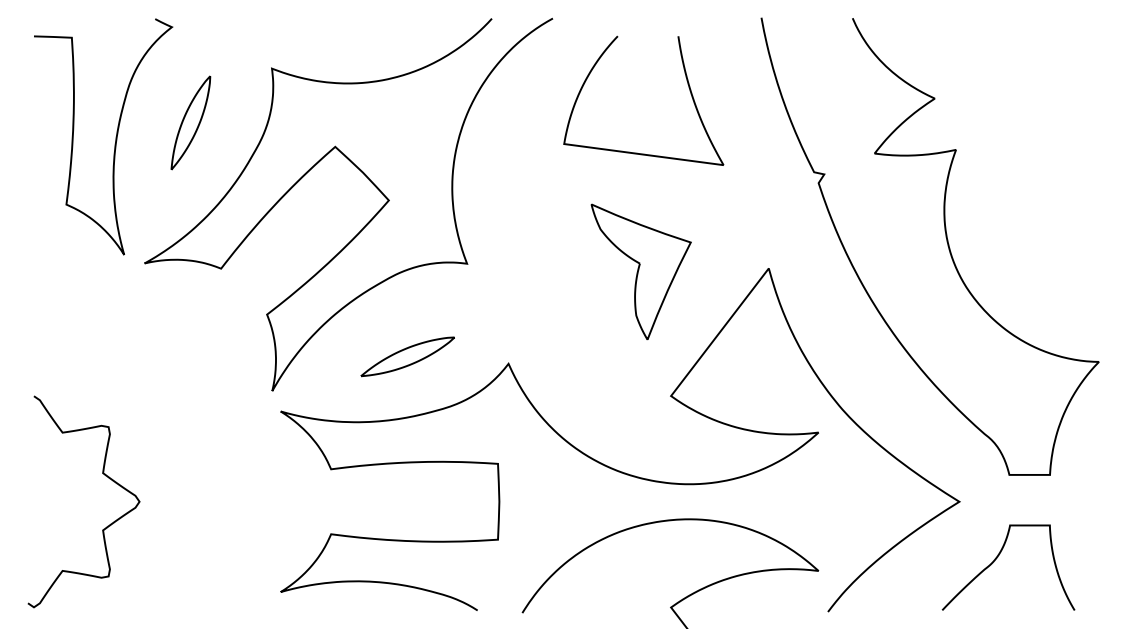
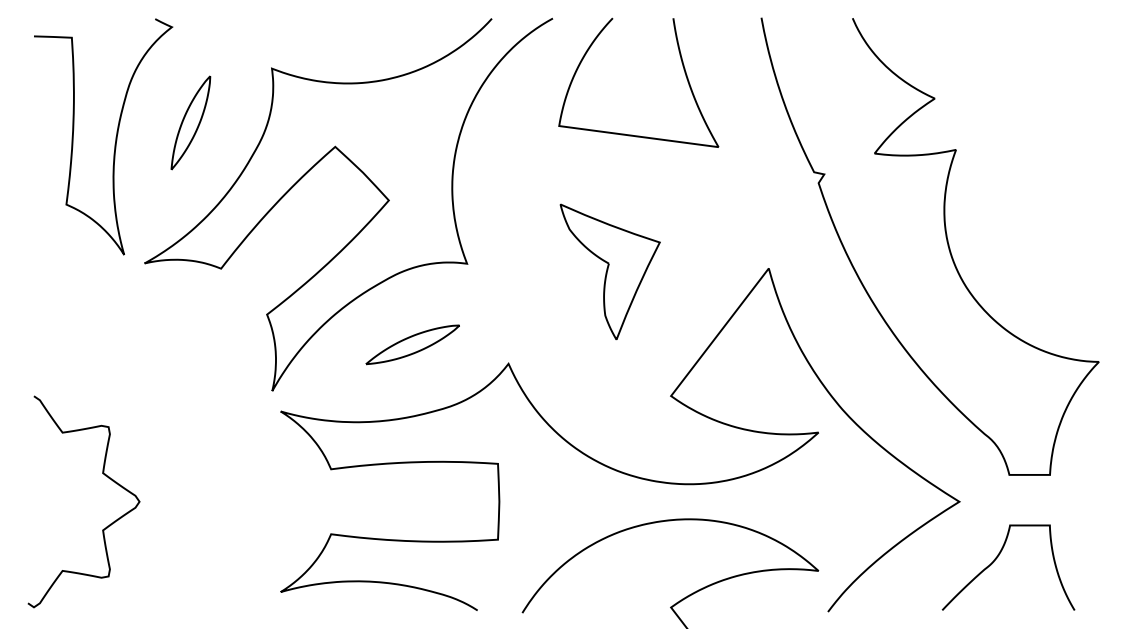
curve at (687, 84) position: (687, 84) -> (682, 66)
part at (640, 271) position: (640, 271) -> (609, 271)
part at (407, 356) position: (407, 356) -> (412, 344)
